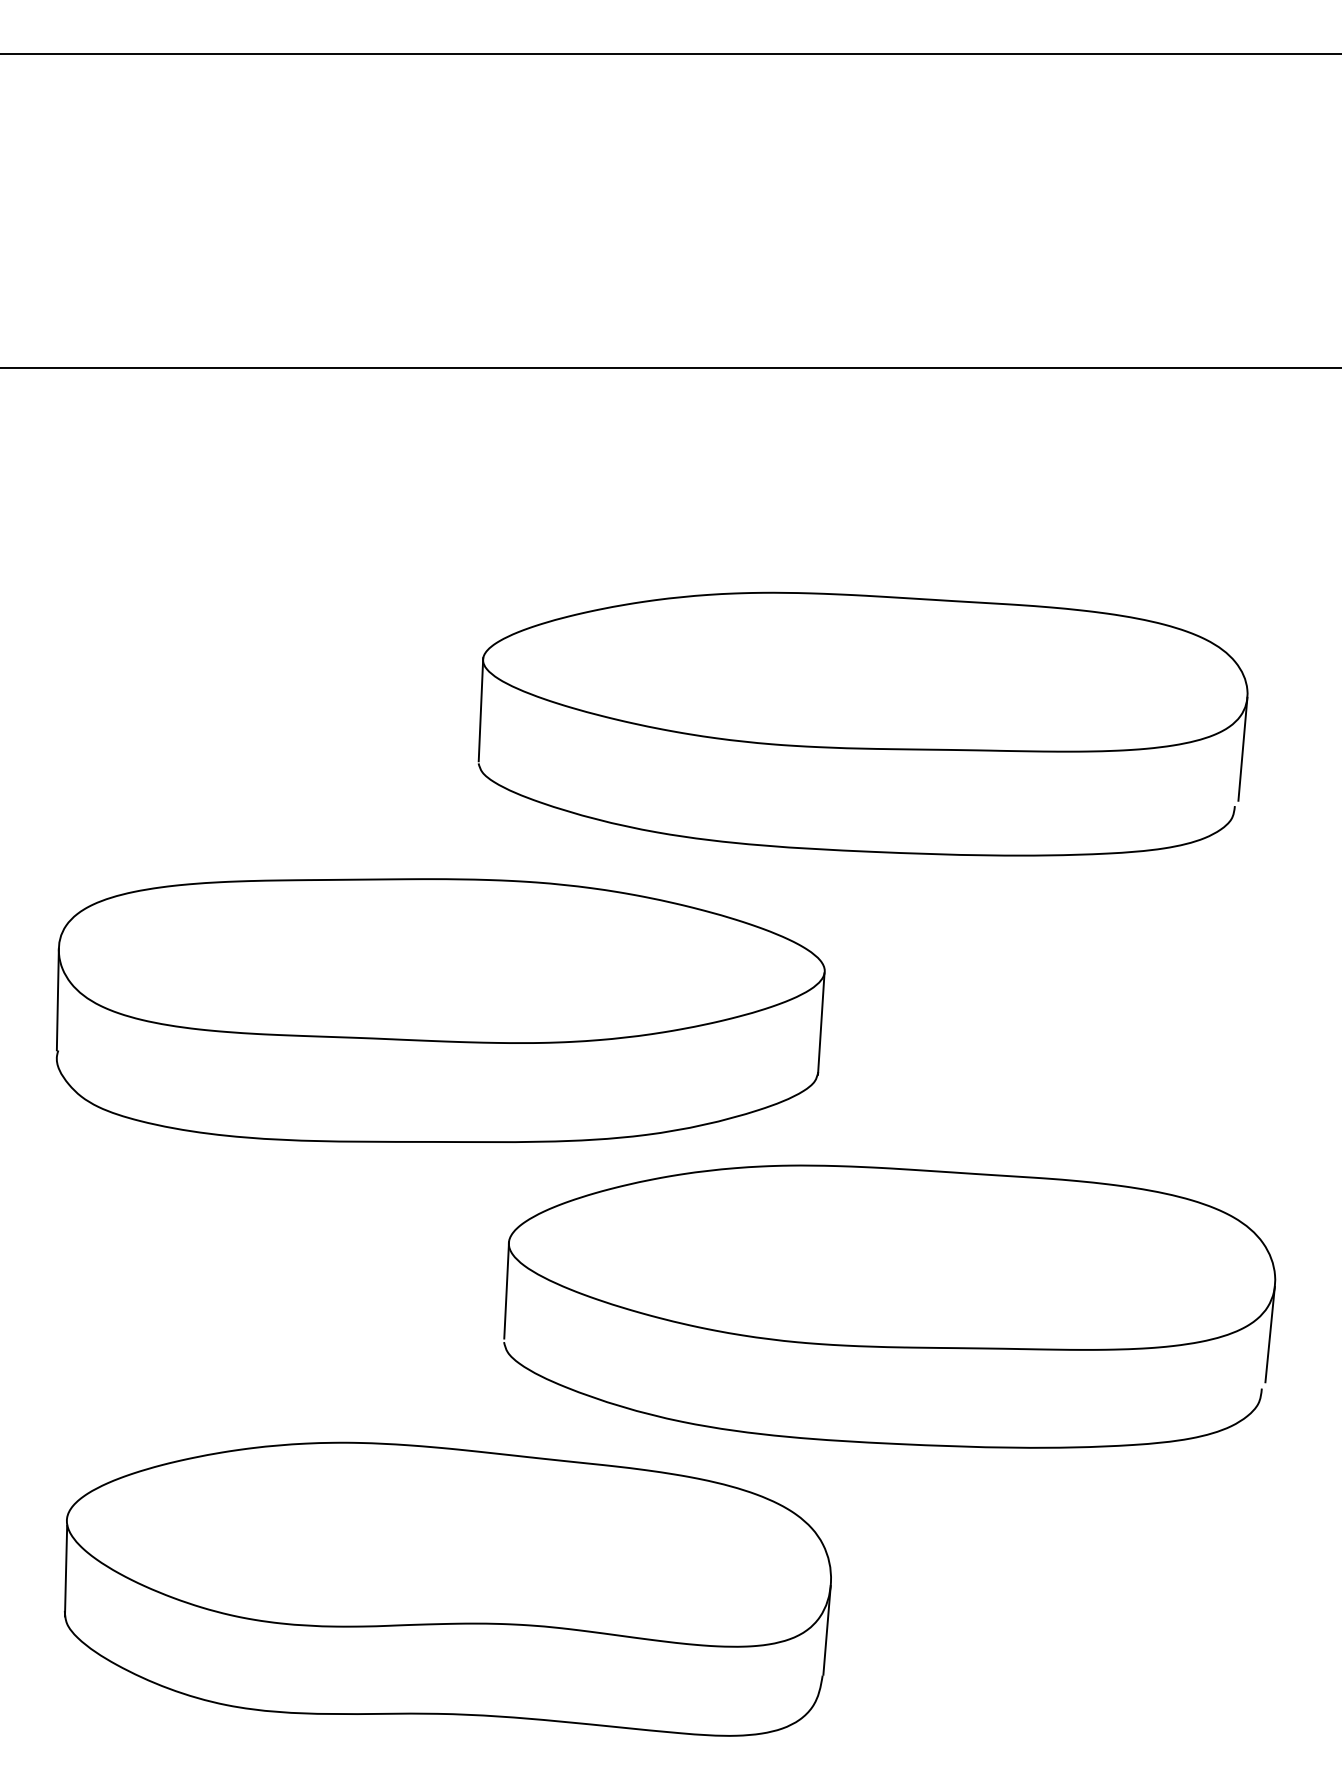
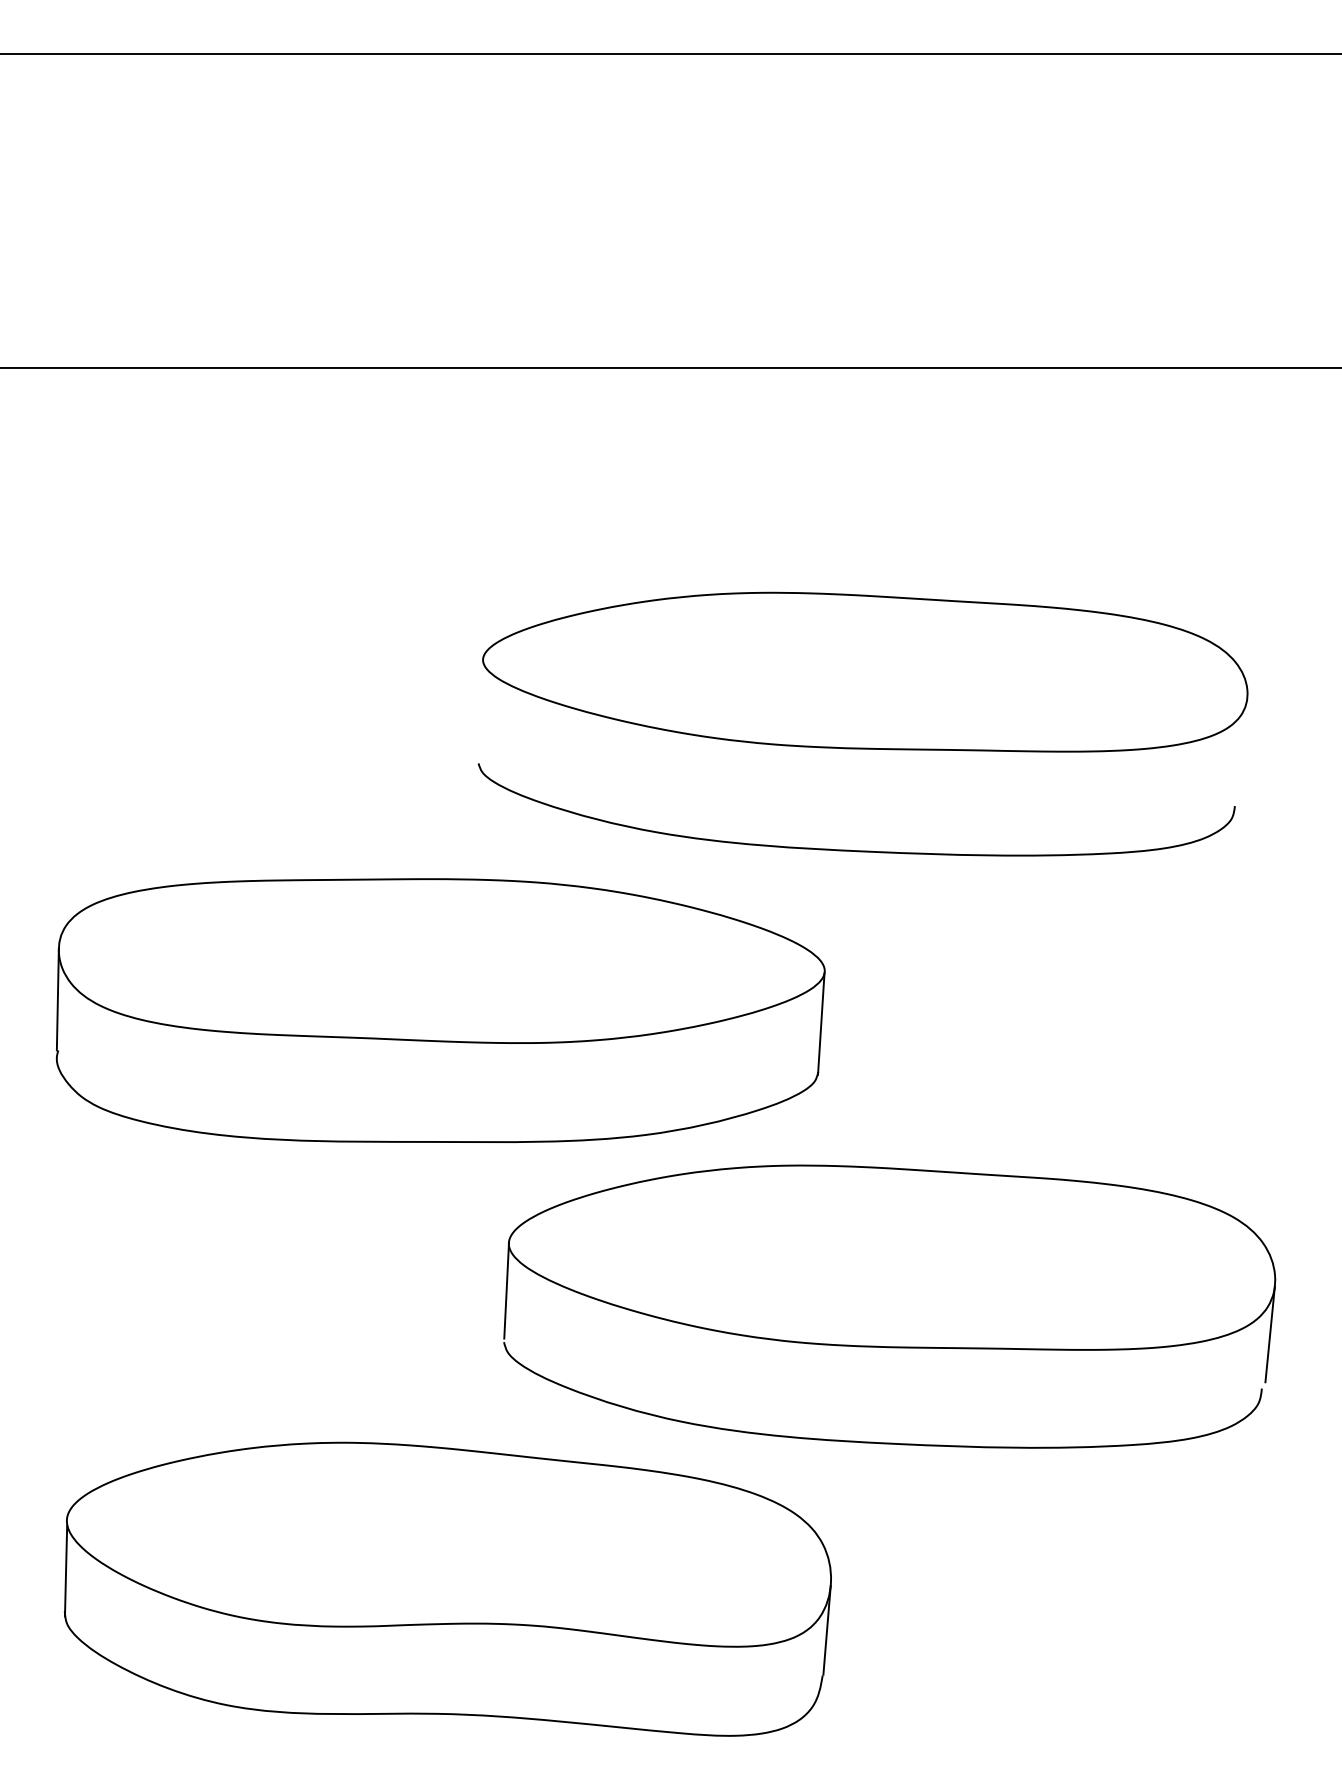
line at (480, 709): present -> none
line at (1242, 748): present -> none
